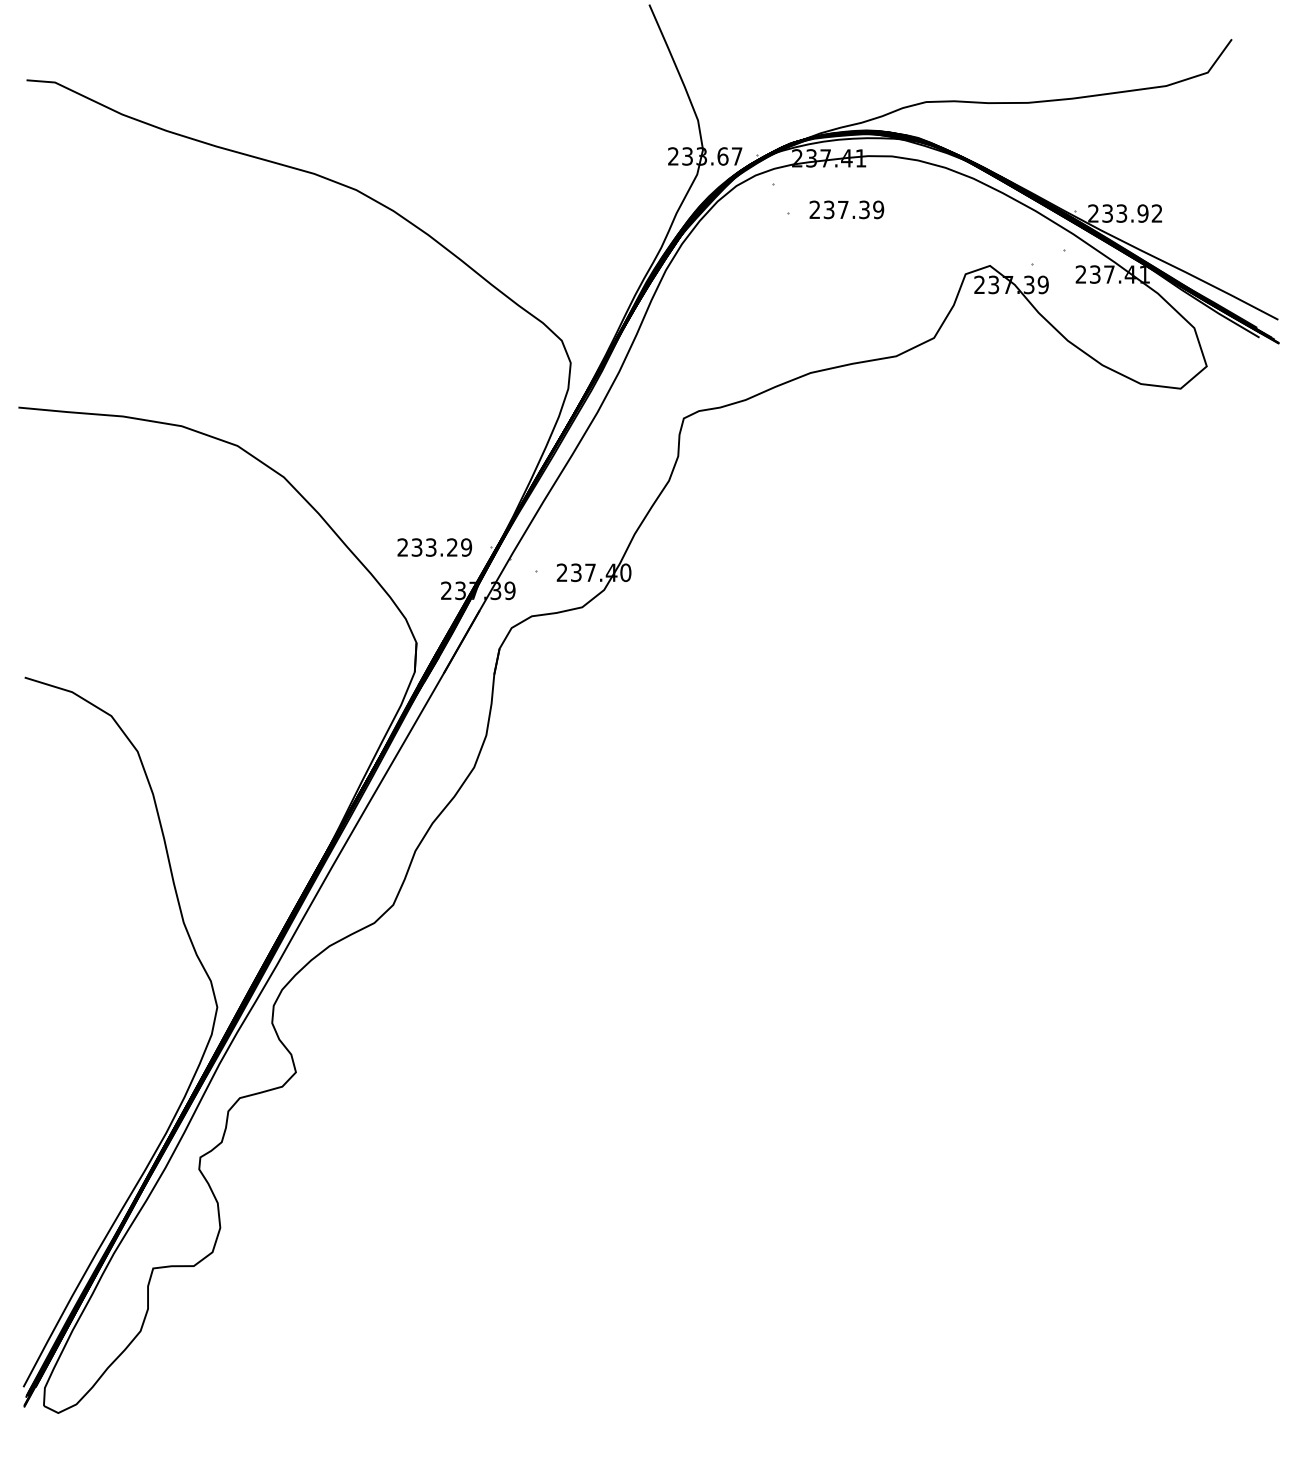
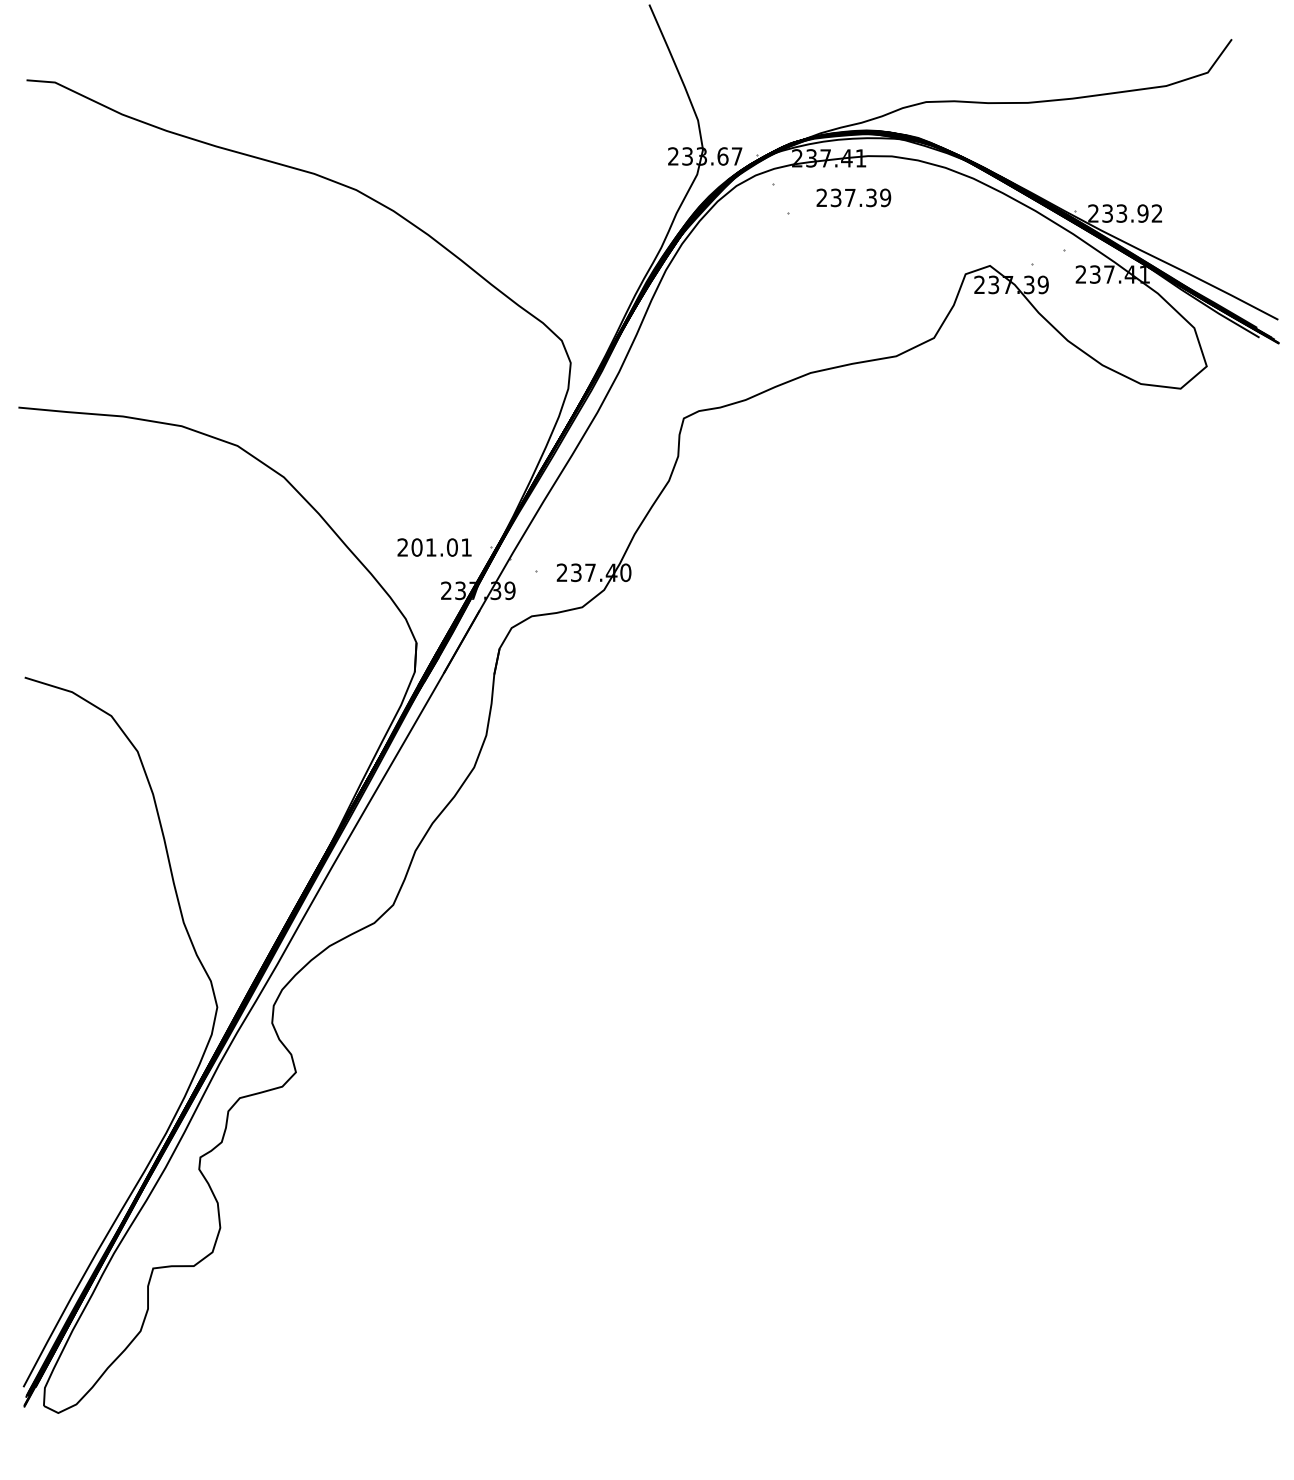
text at (846, 209) position: (846, 209) -> (853, 197)
text at (441, 547): 233.29 -> 201.01
